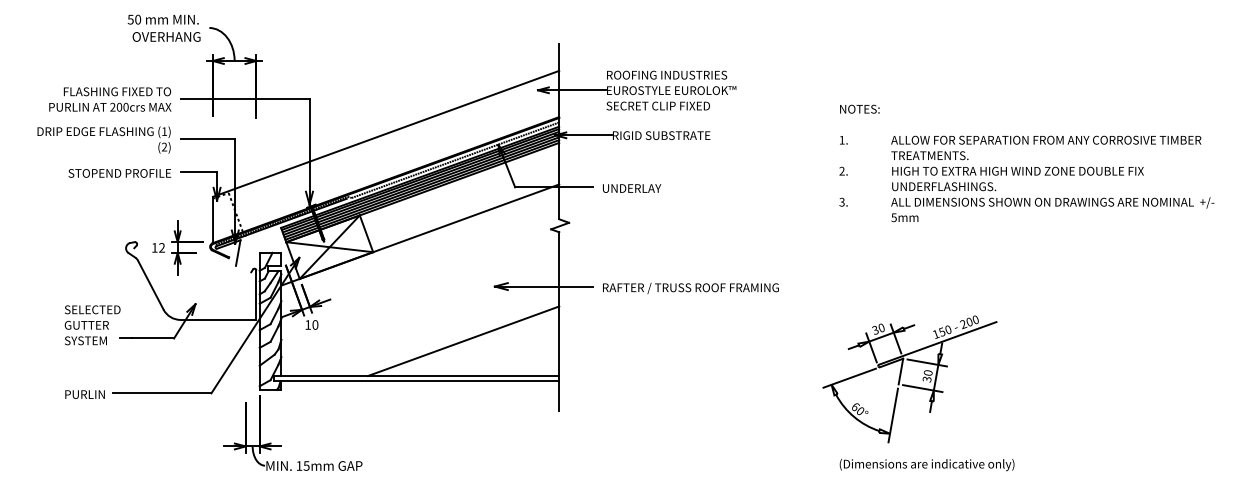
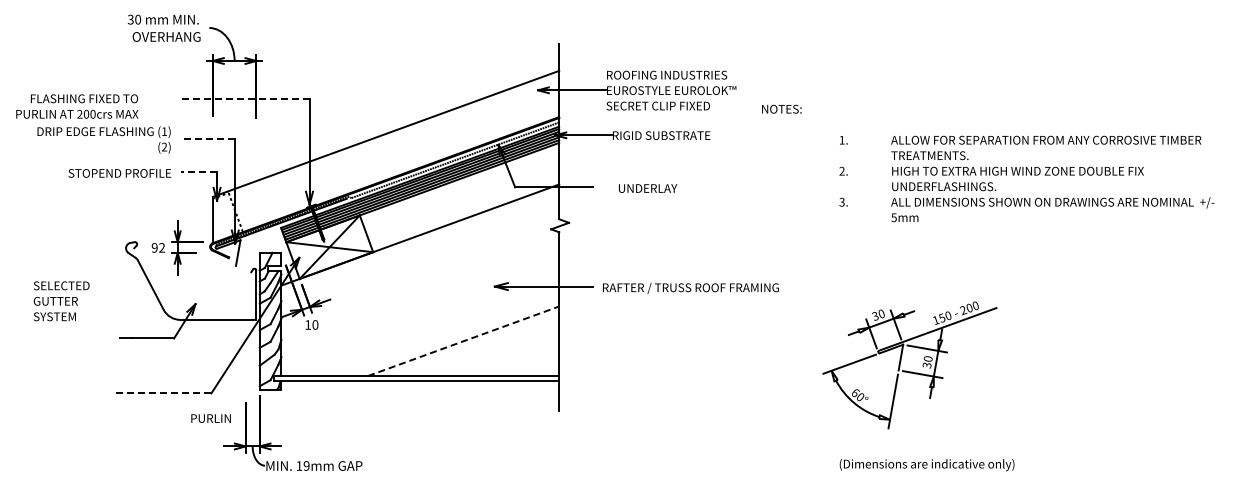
text at (130, 18): 50 -> 30
text at (110, 99) position: (110, 99) -> (77, 106)
line at (244, 99): solid -> dashed
text at (859, 108) position: (859, 108) -> (781, 108)
line at (207, 139): solid -> dashed
line at (198, 172): solid -> dashed
text at (632, 188) position: (632, 188) -> (648, 188)
text at (154, 247): 12 -> 92
text at (92, 325) position: (92, 325) -> (61, 301)
line at (463, 341): solid -> dashed
part at (909, 379) position: (909, 379) -> (909, 365)
line at (161, 393): solid -> dashed
text at (84, 394) position: (84, 394) -> (210, 418)
text at (306, 465): 15mm -> 19mm
